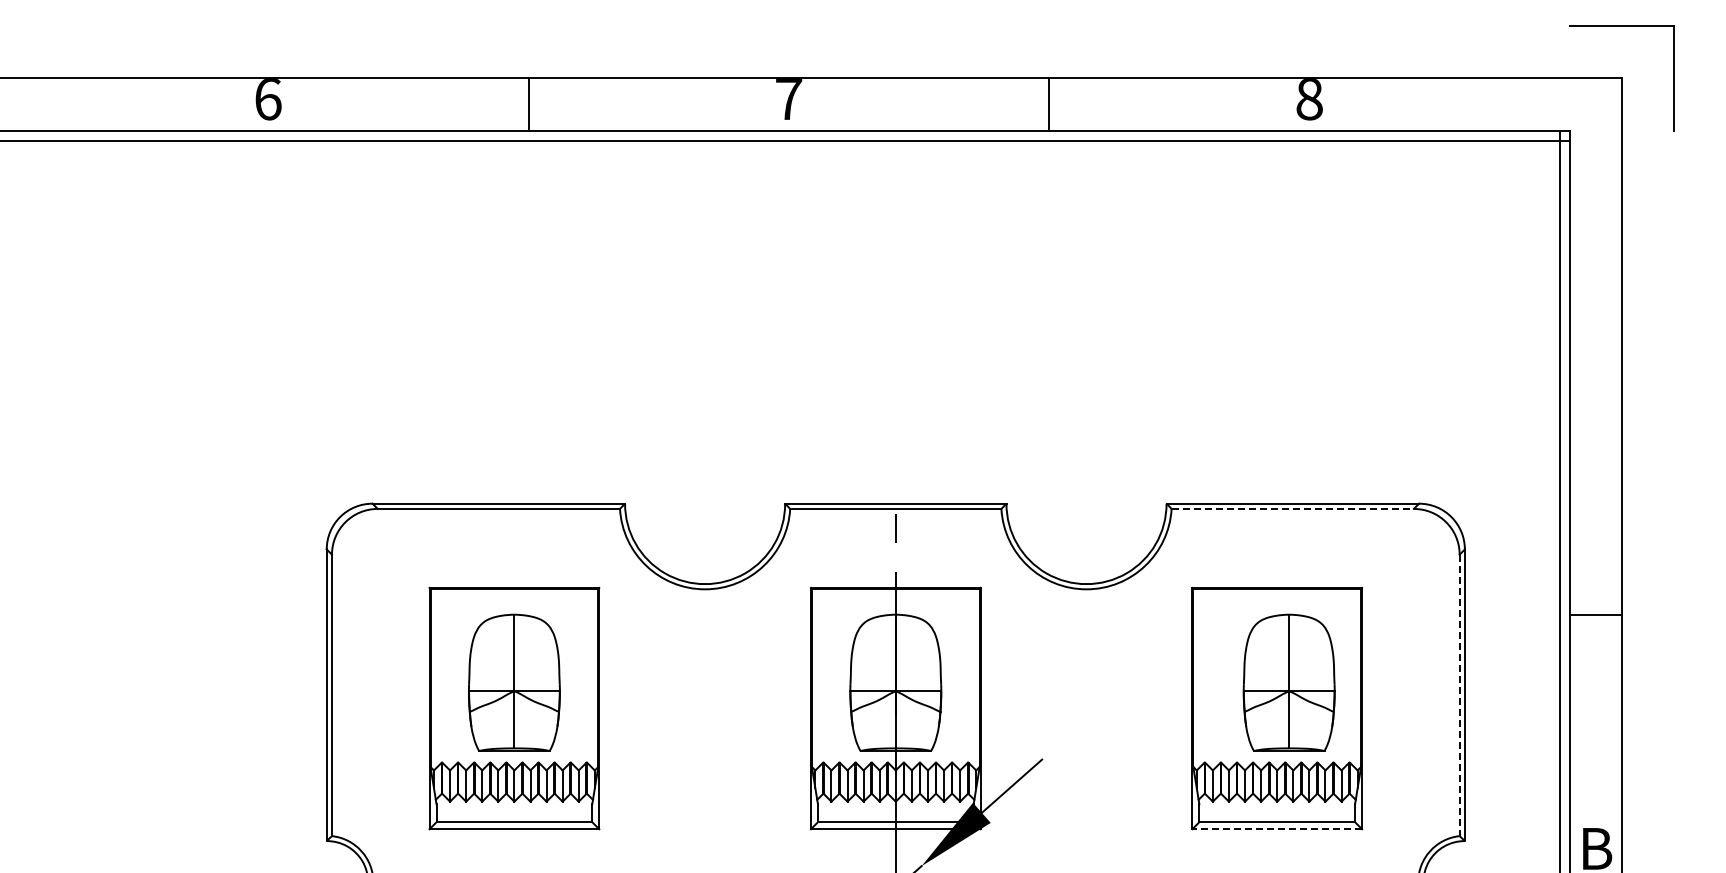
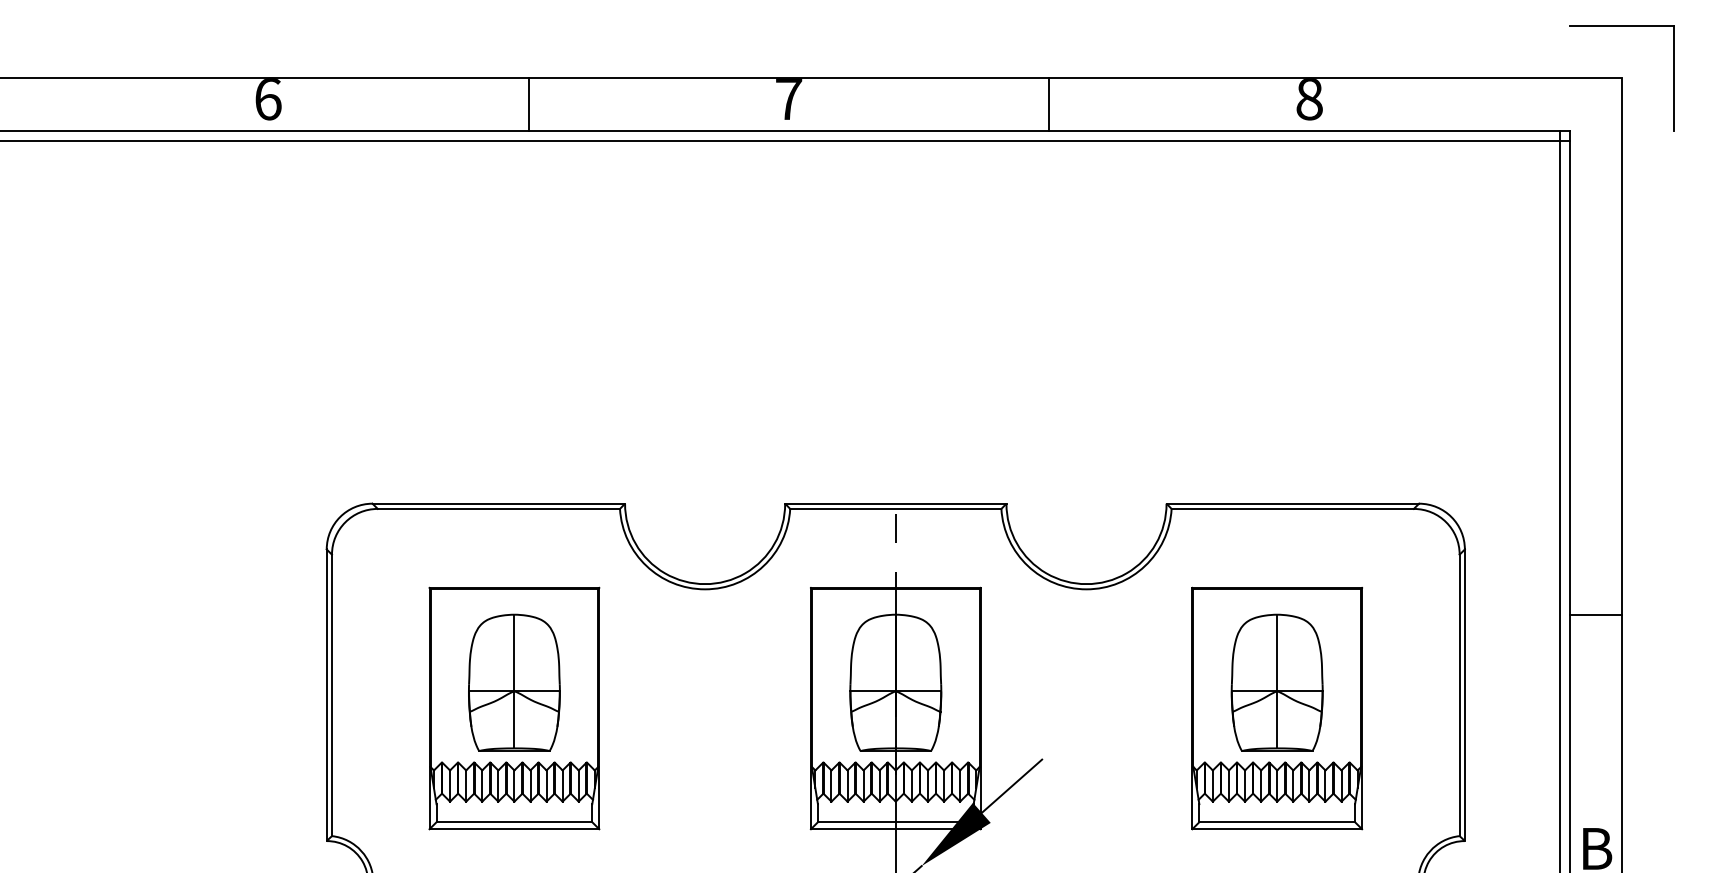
line at (1293, 508): dashed -> solid
part at (1288, 682) position: (1288, 682) -> (1276, 682)
line at (1459, 695): dashed -> solid
line at (1277, 829): dashed -> solid
